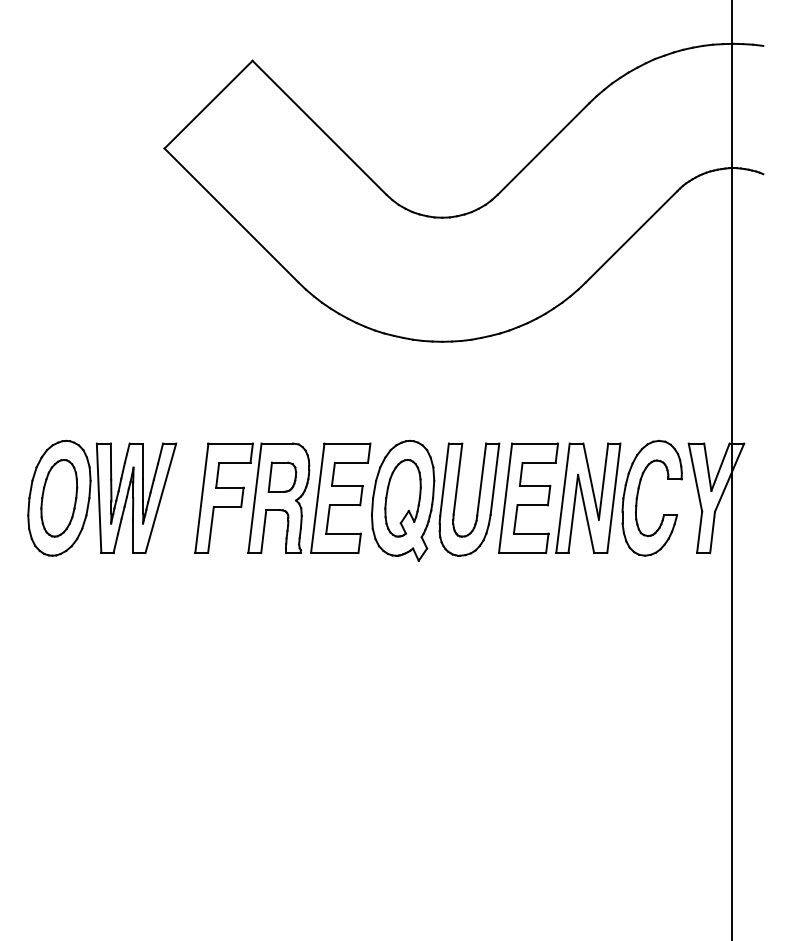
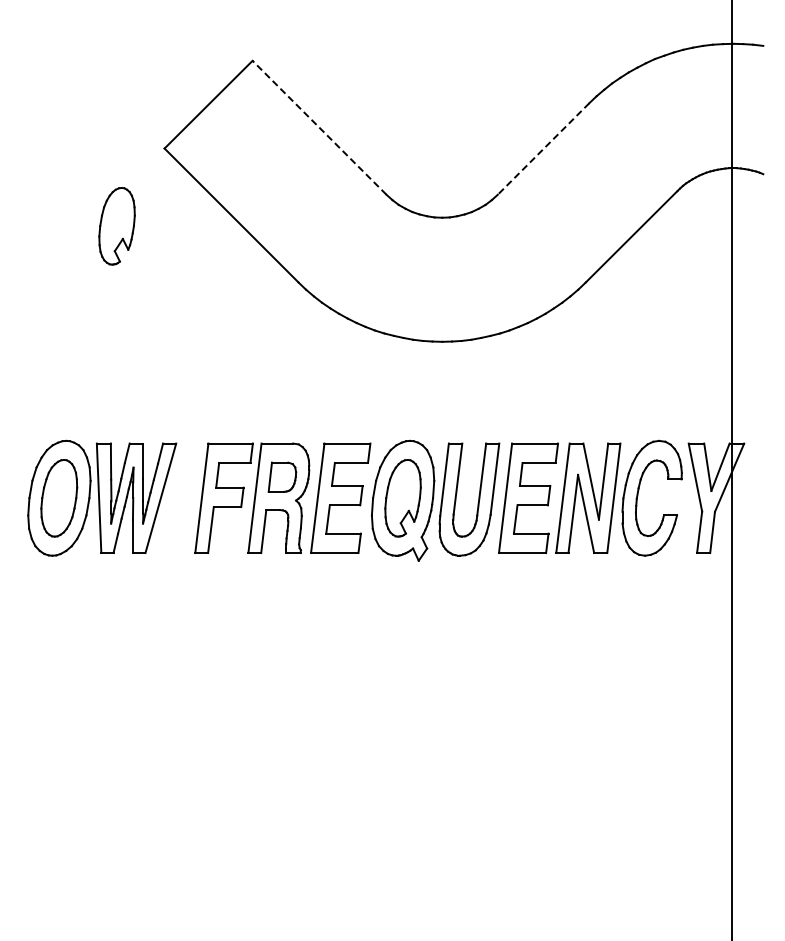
line at (319, 127): solid -> dashed
line at (543, 148): solid -> dashed
part at (116, 226): none -> present
